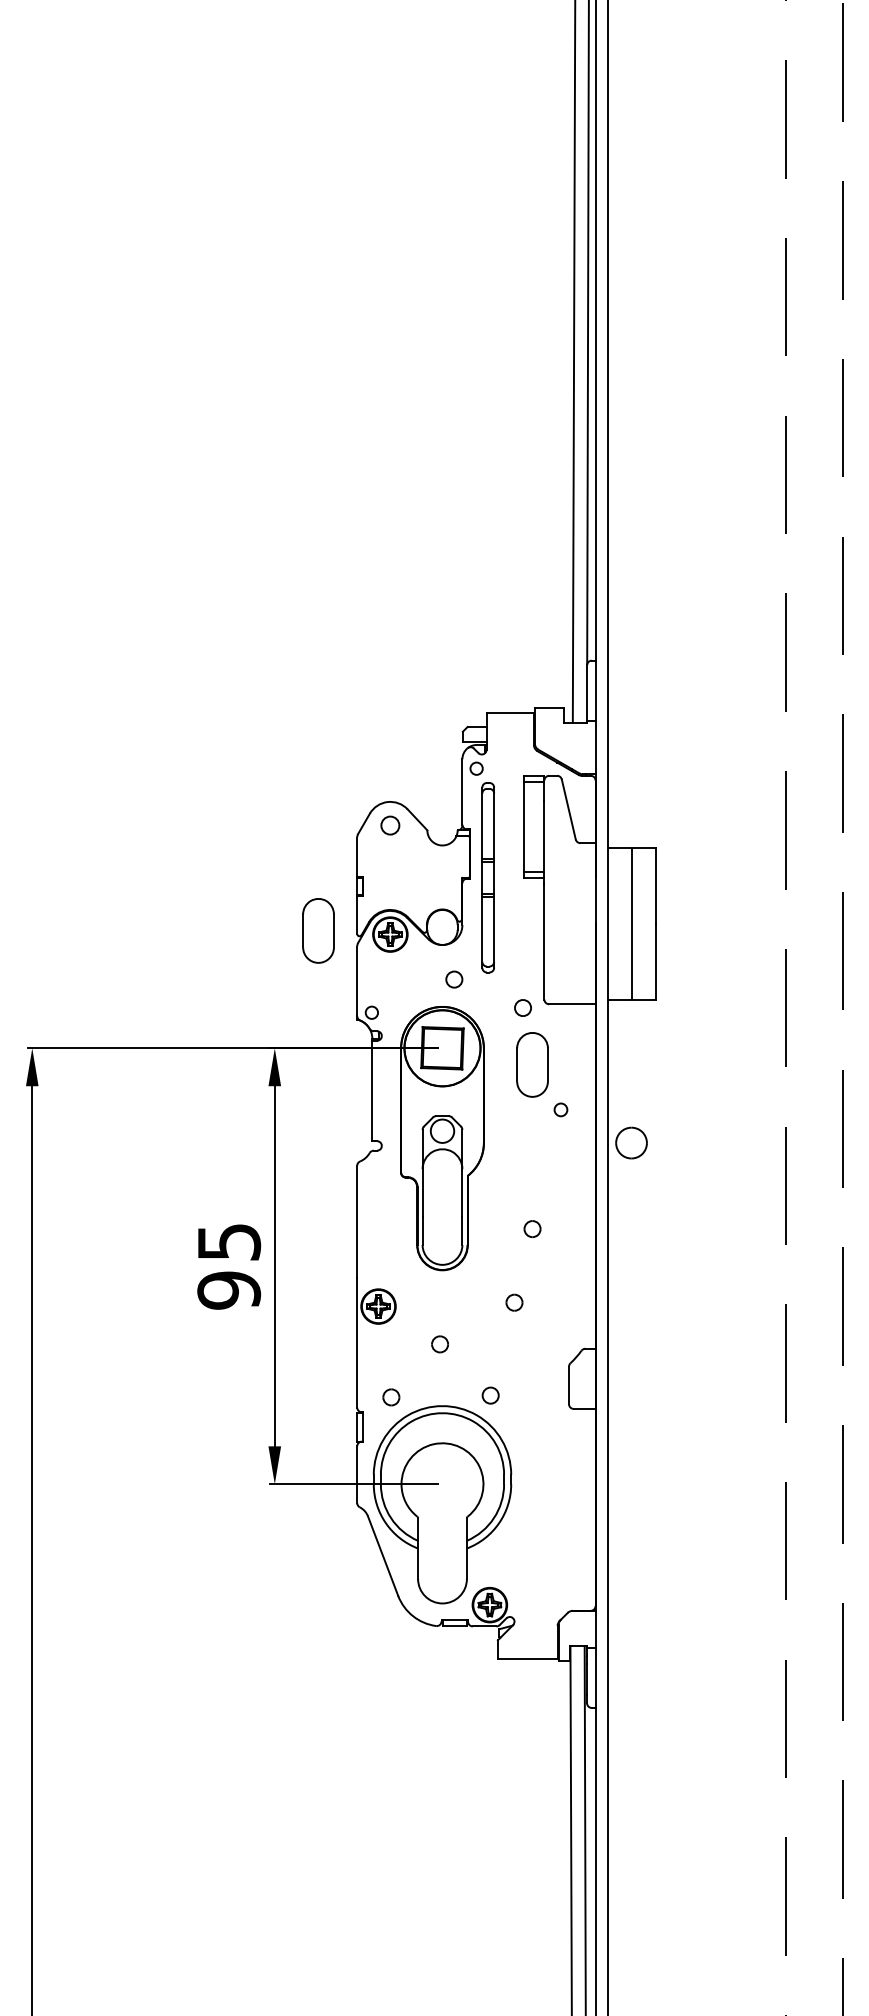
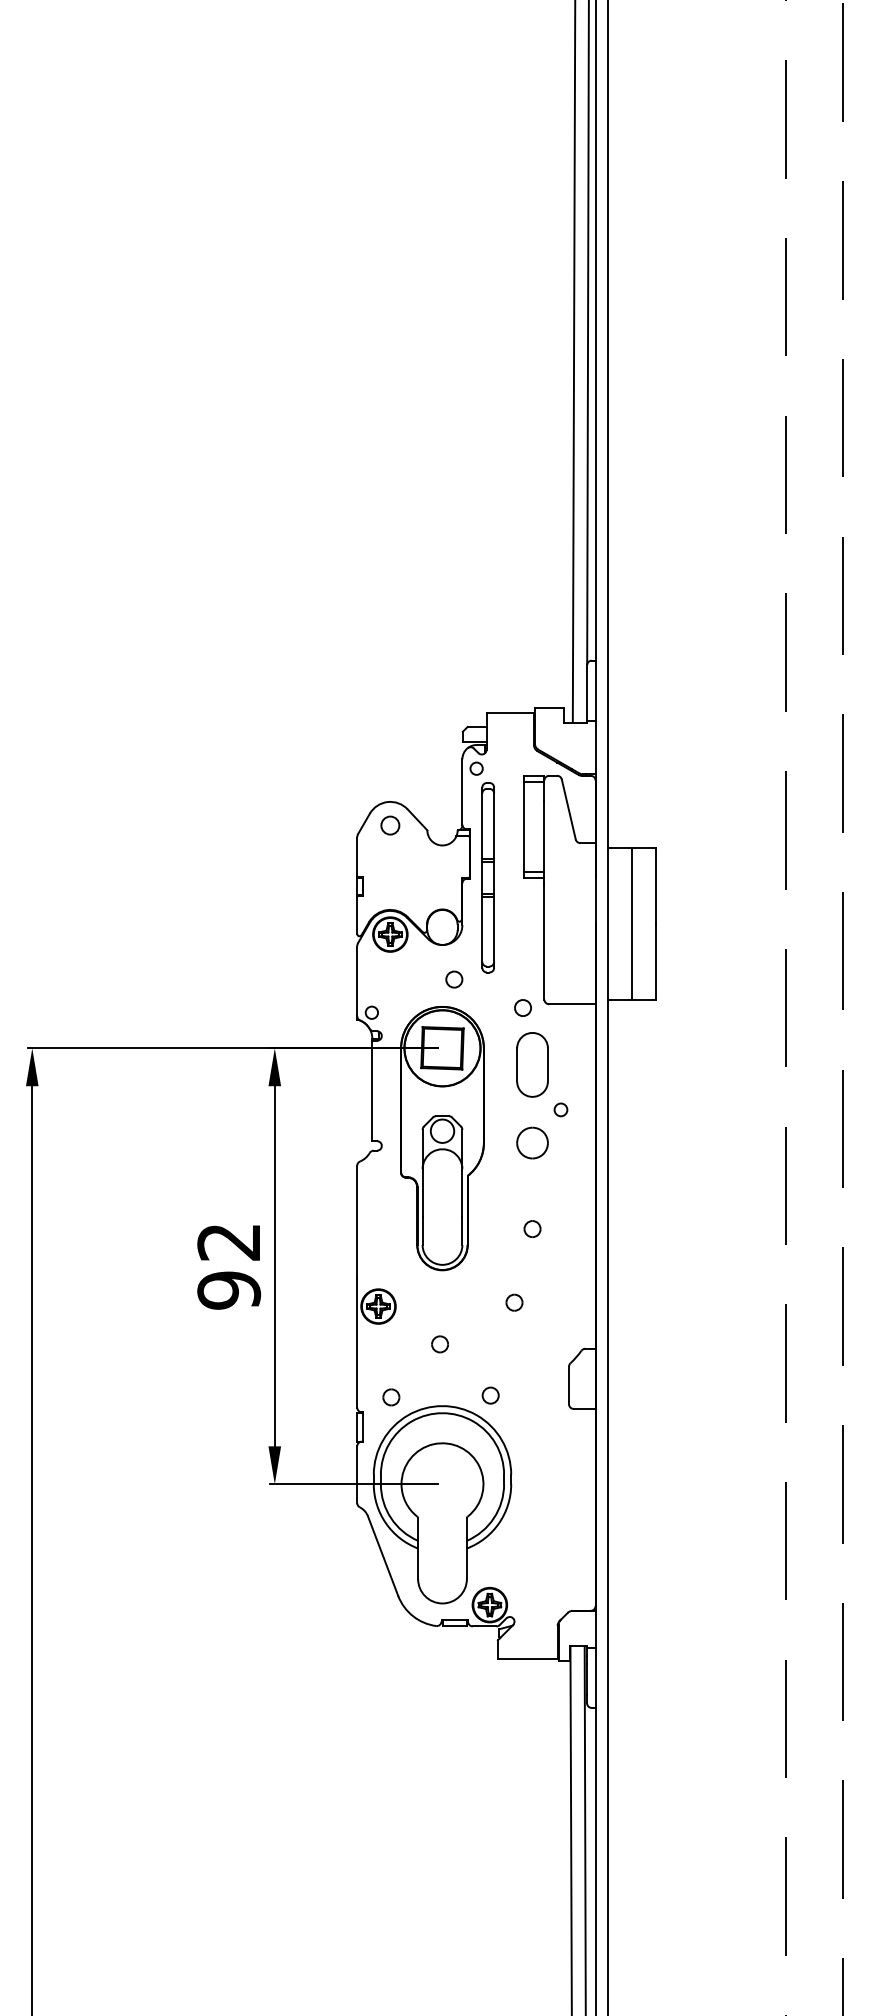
part at (318, 930): present -> none
part at (631, 1142) position: (631, 1142) -> (532, 1142)
text at (229, 1242): 95 -> 92
